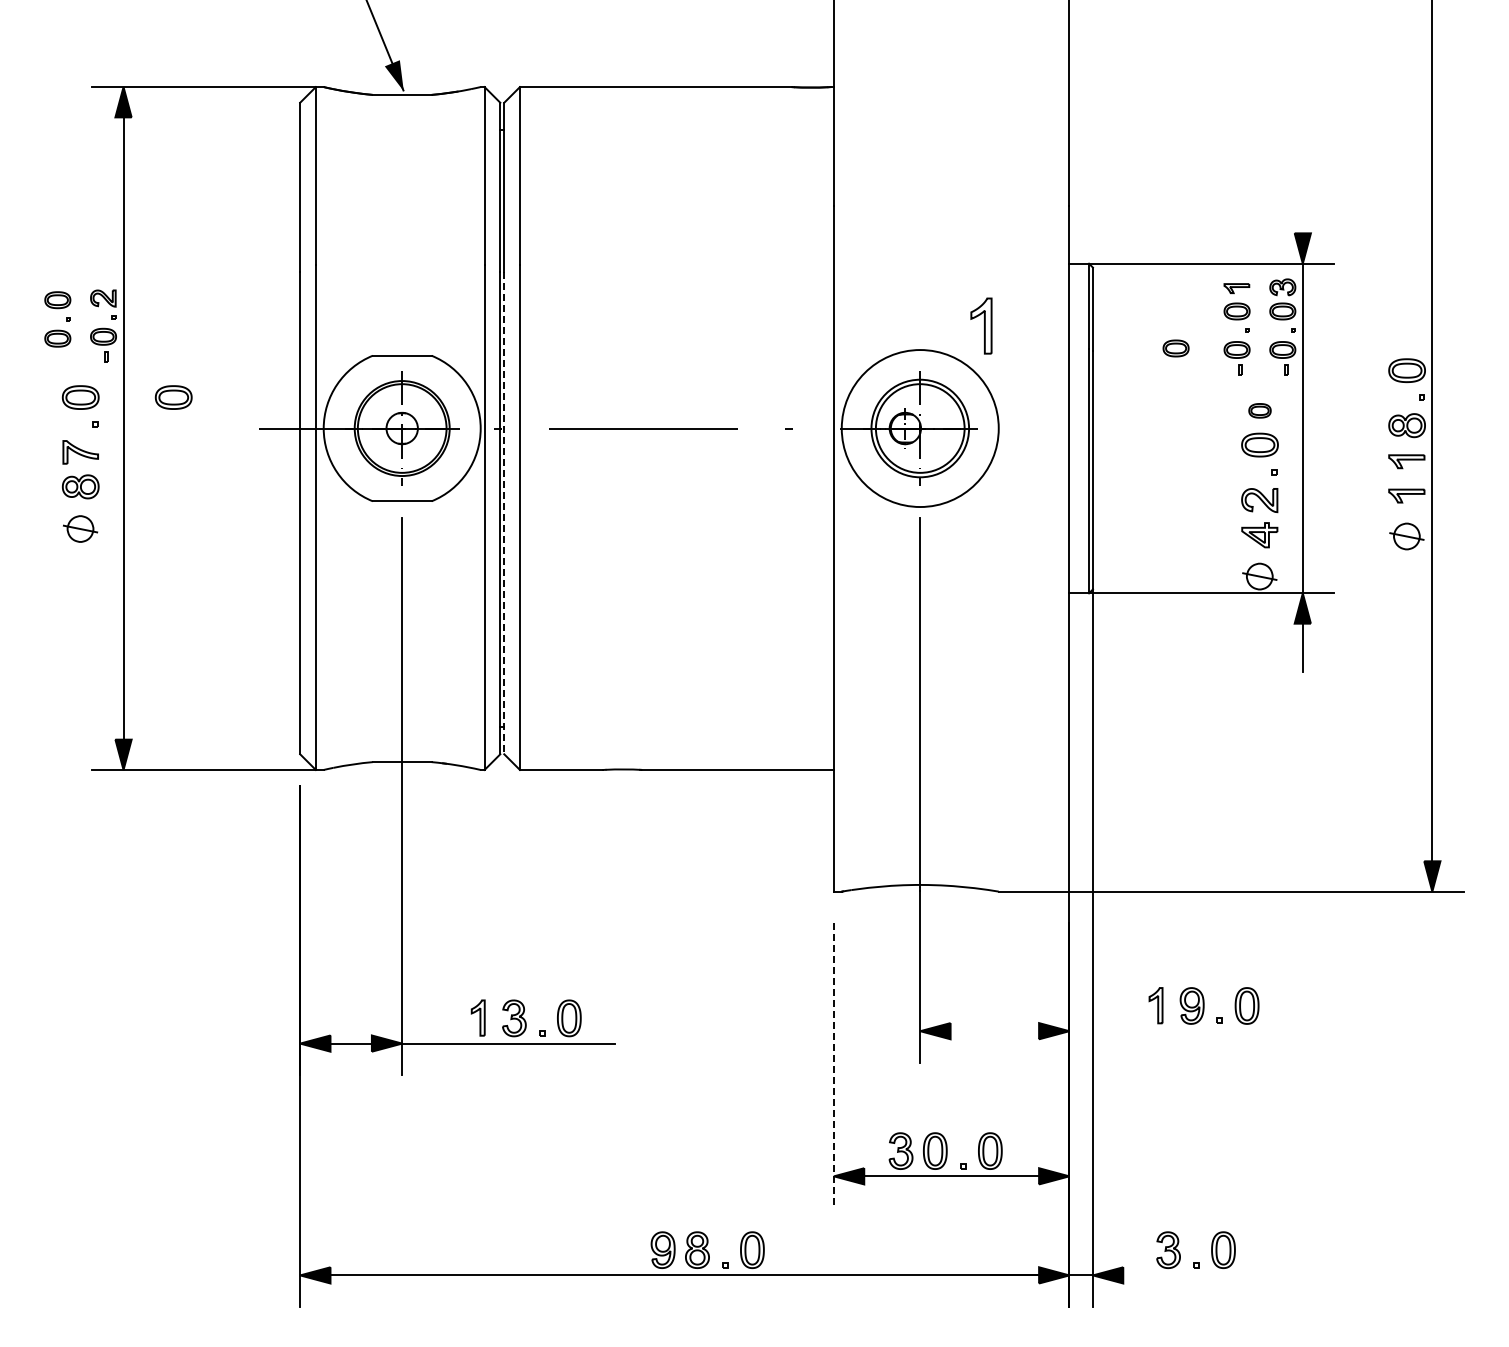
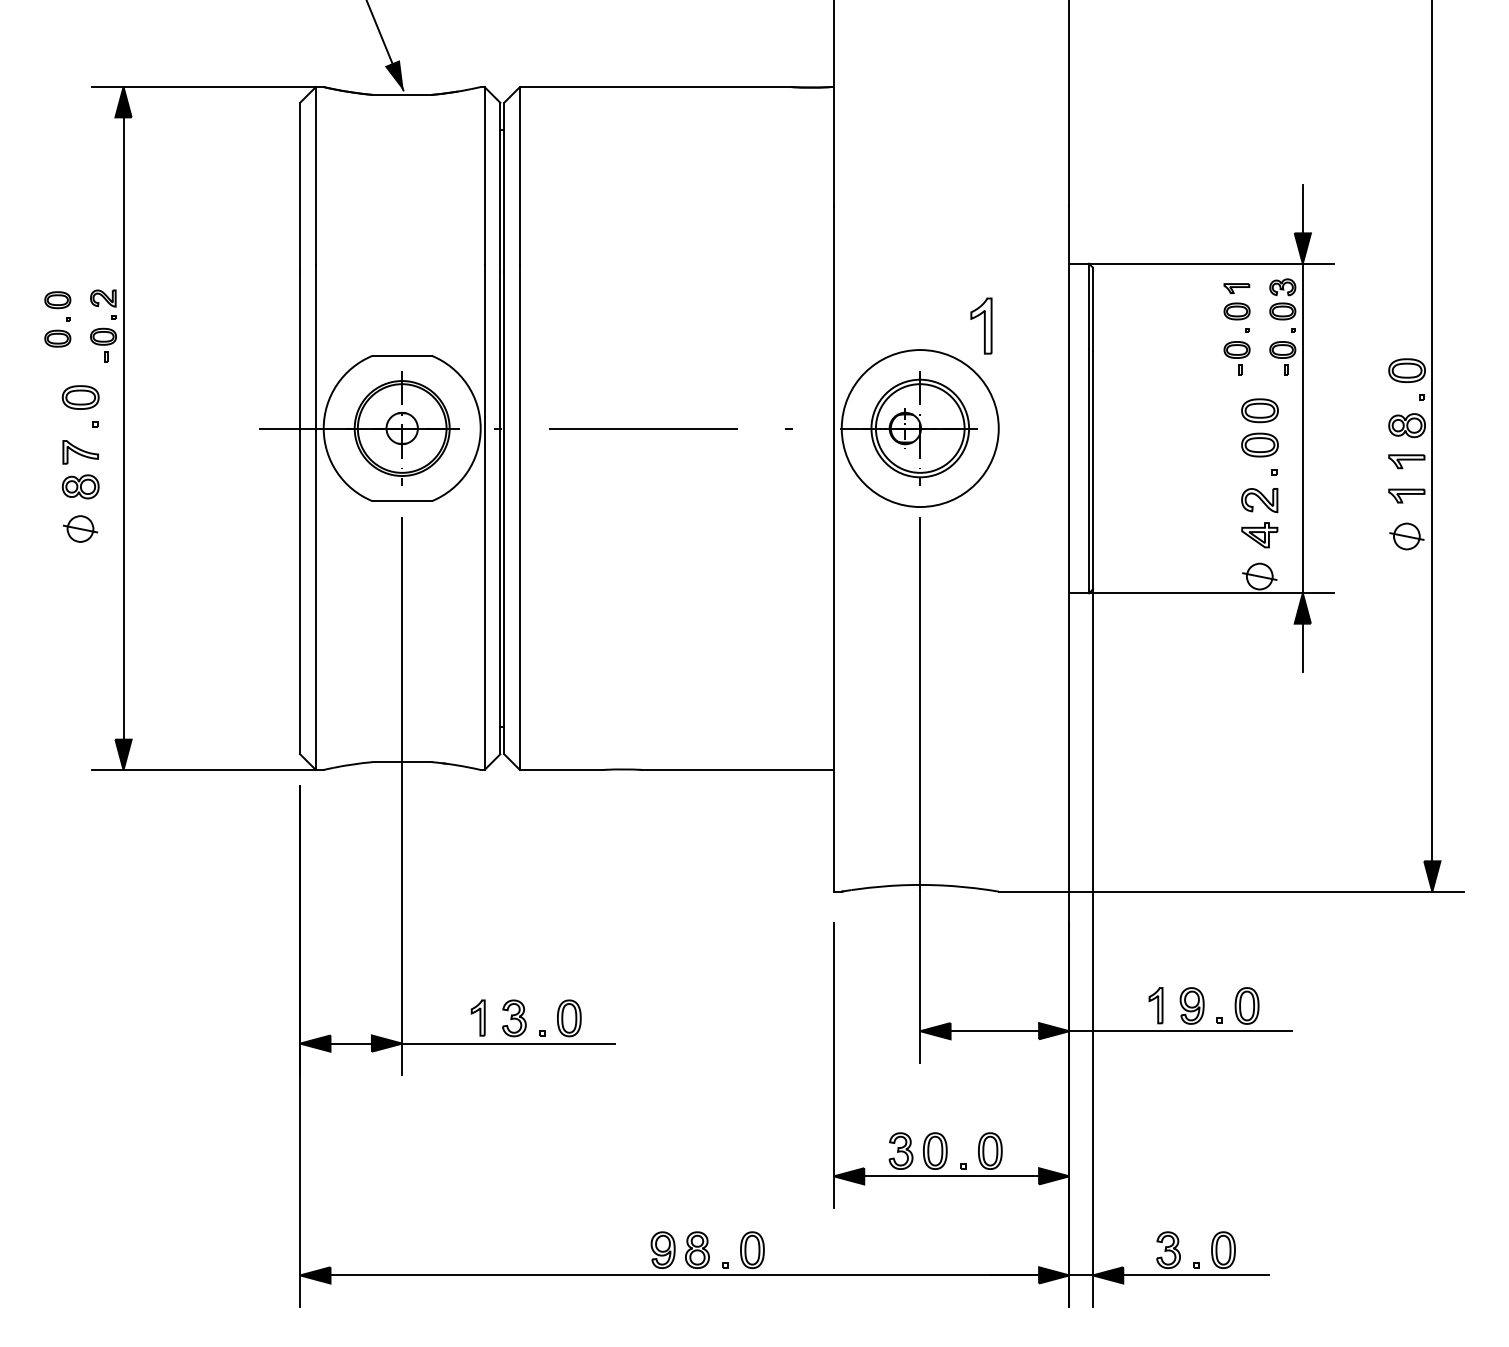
line at (1302, 209): none -> present
part at (1175, 348): present -> none
part at (173, 397): present -> none
part at (1259, 410) size: 24x16 px -> 38x26 px
line at (504, 513): dashed -> solid
line at (994, 1031): none -> present
line at (1180, 1031): none -> present
line at (833, 1065): dashed -> solid
line at (1195, 1275): none -> present
